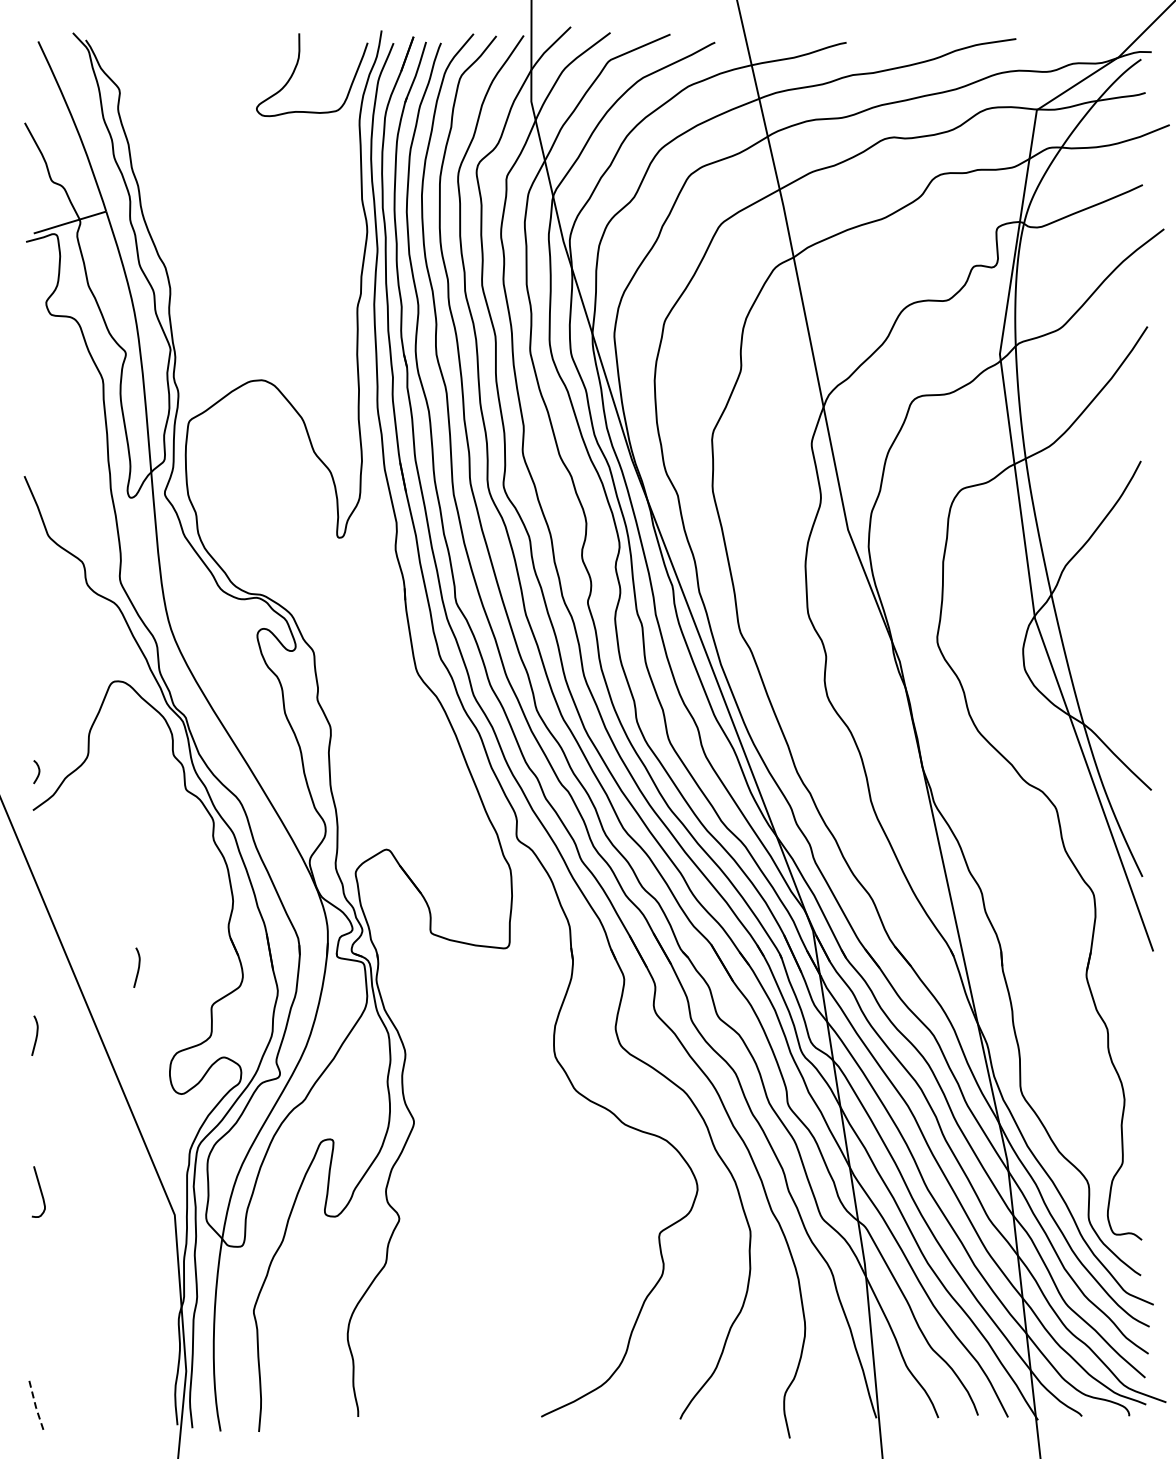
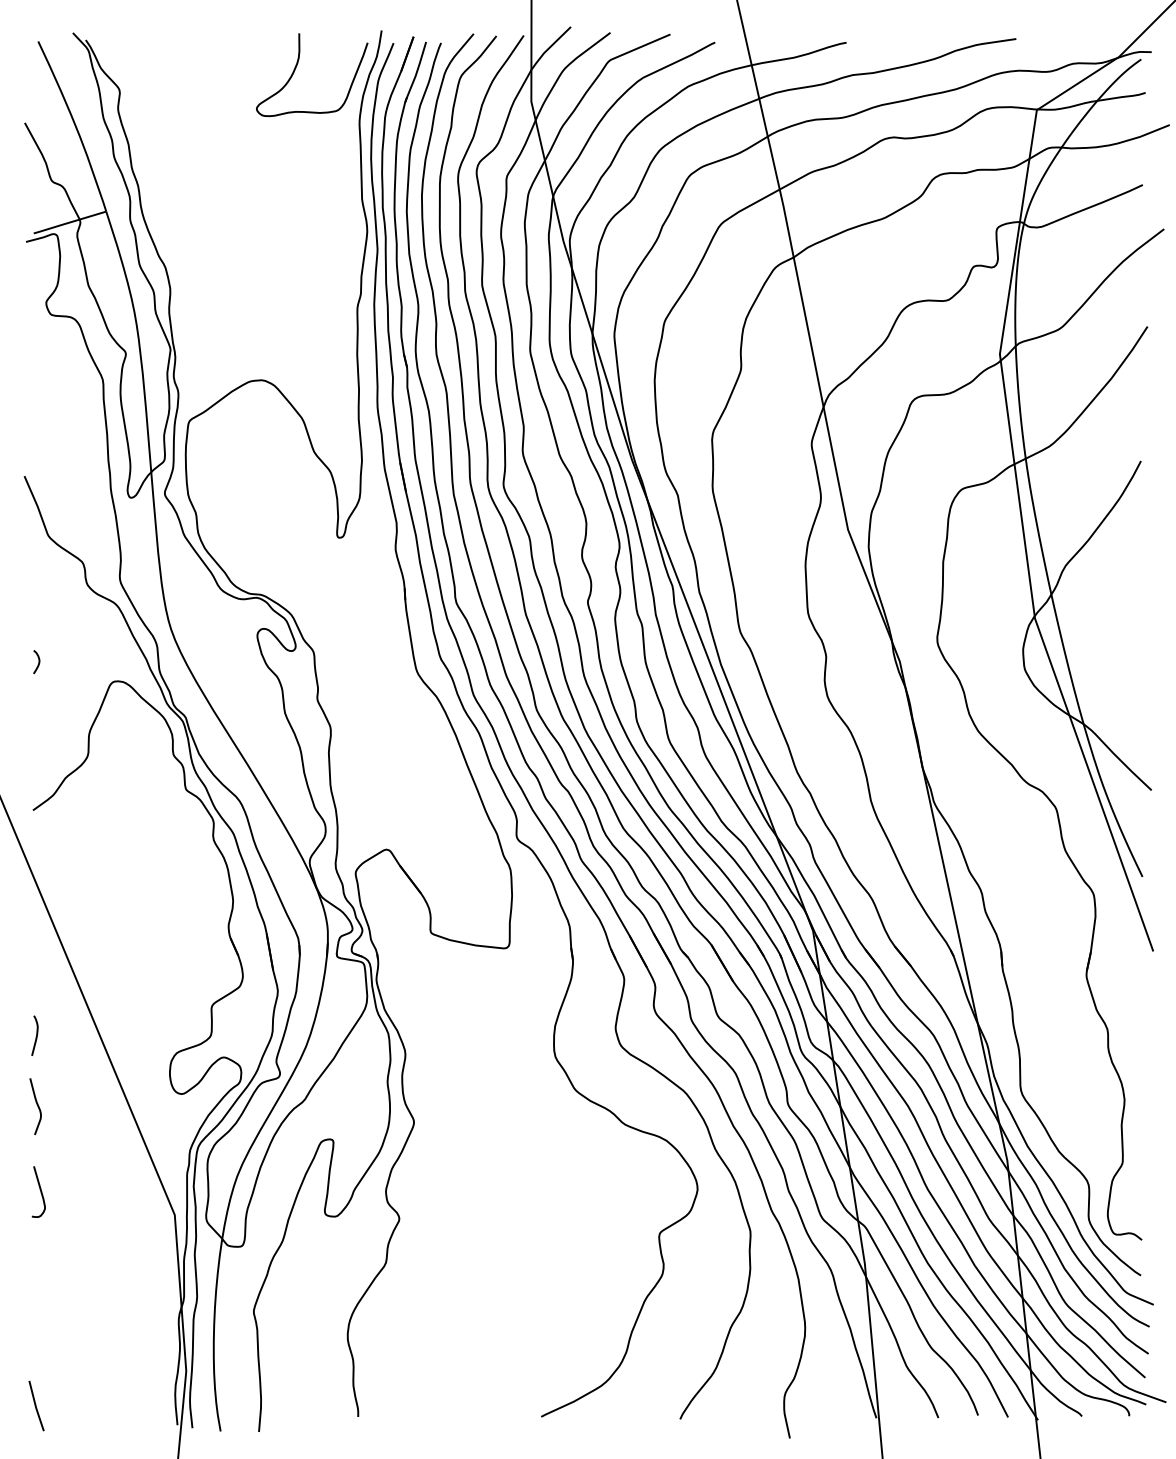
curve at (38, 772) position: (38, 772) -> (38, 662)
curve at (137, 968): present -> none
curve at (37, 1106): none -> present
line at (36, 1407): dashed -> solid
